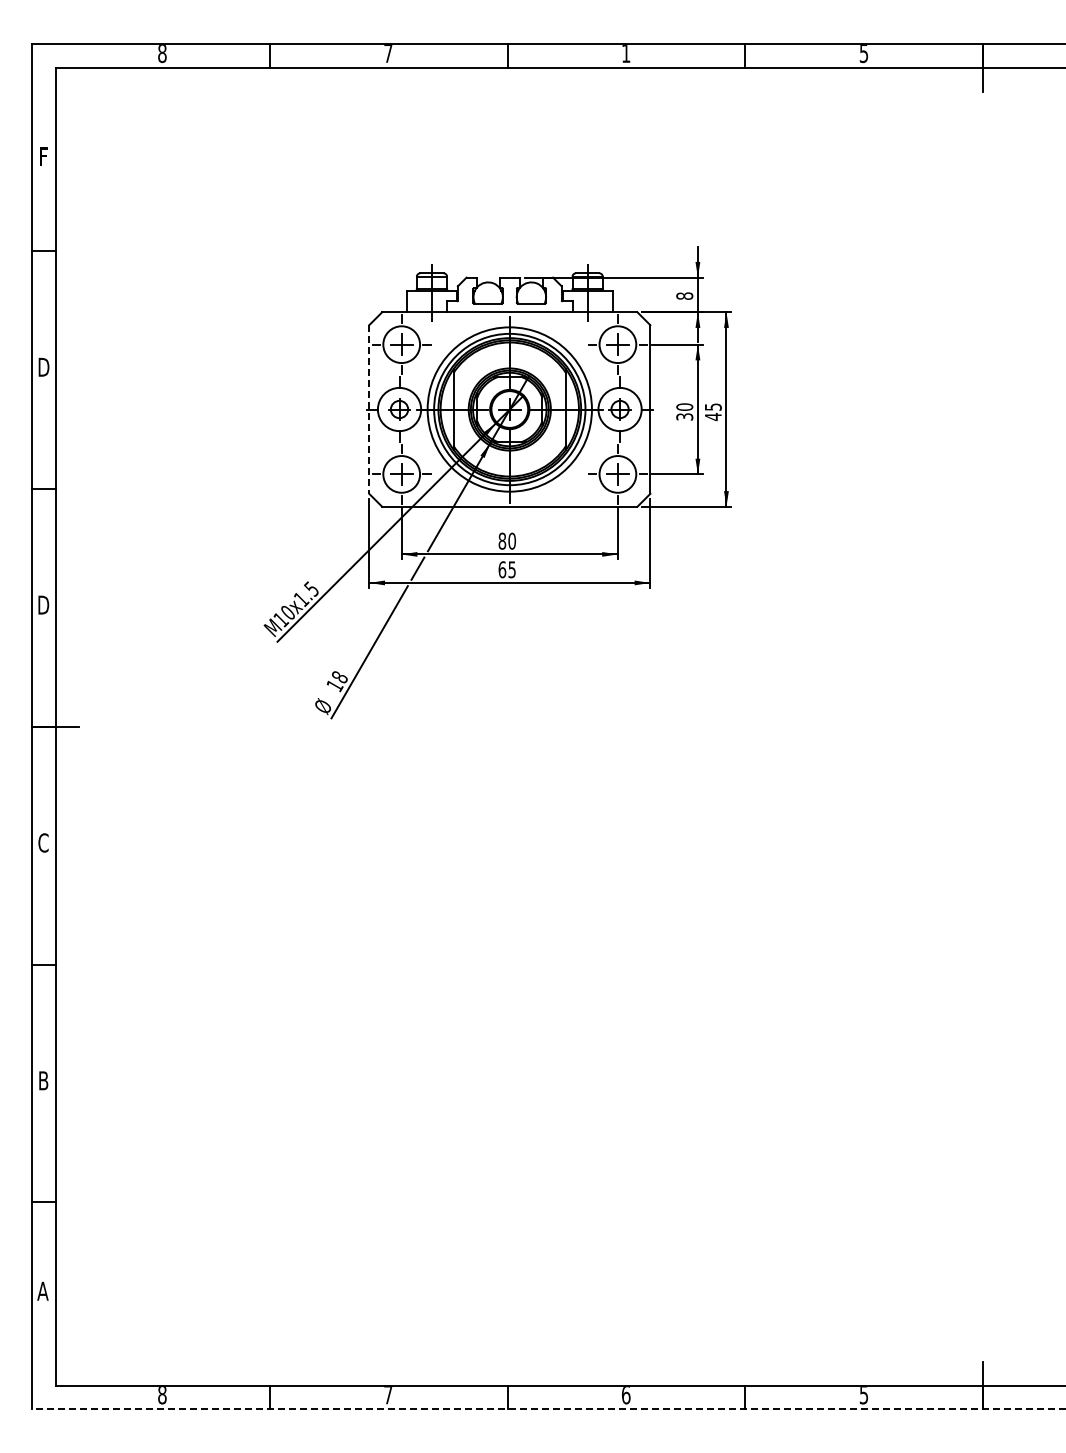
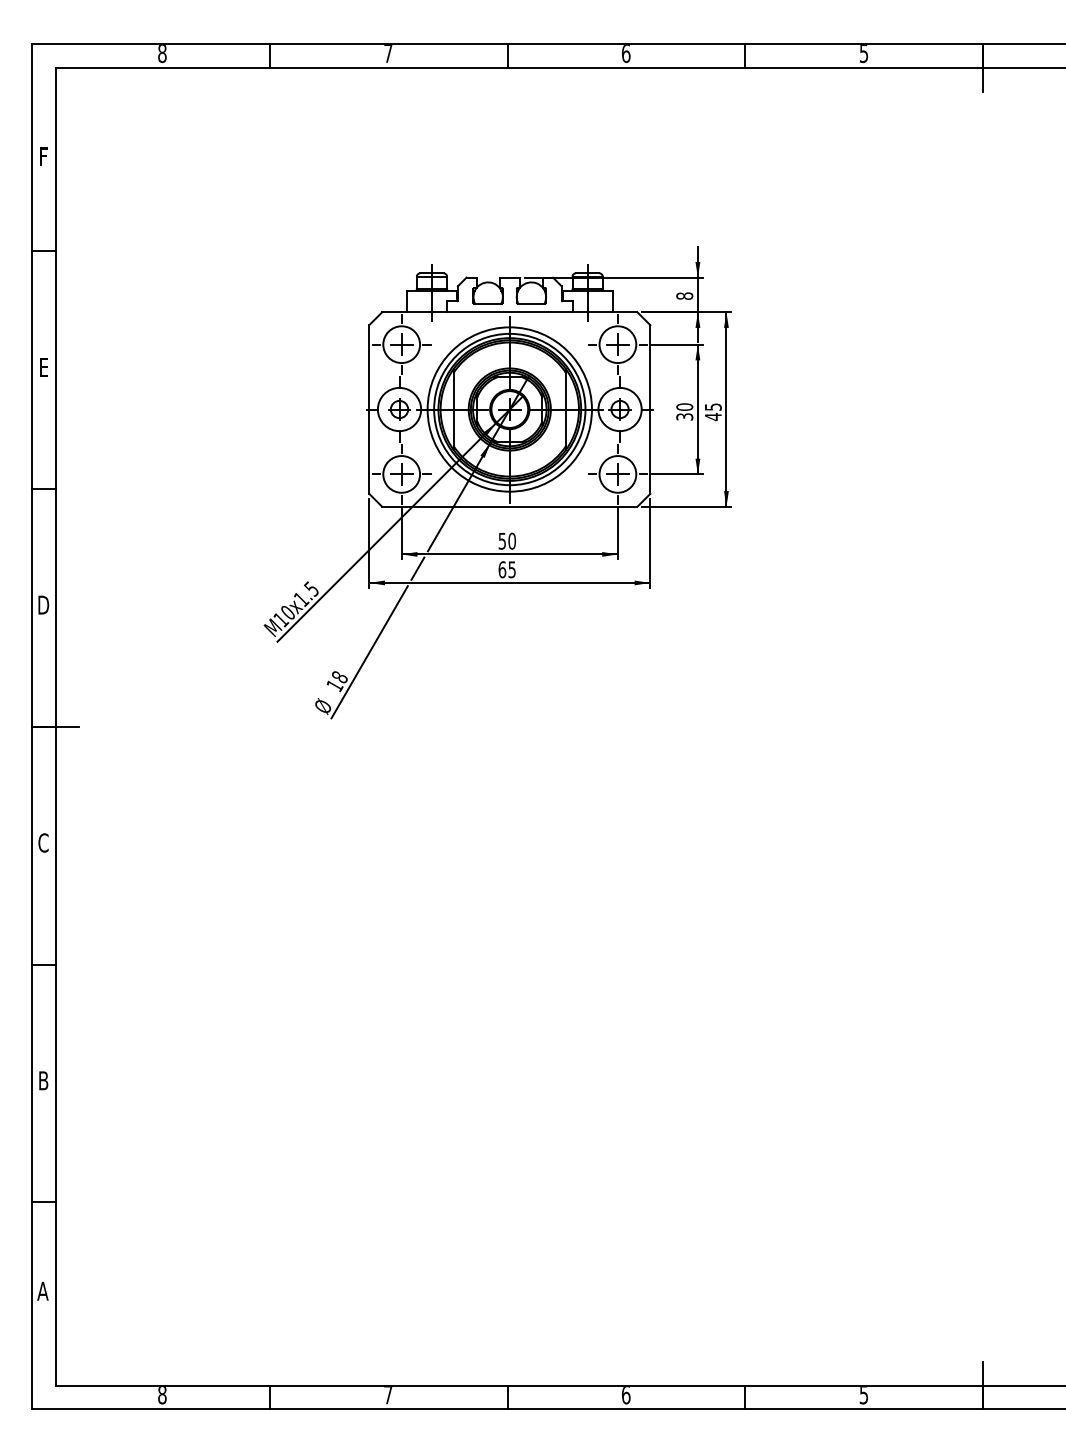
text at (626, 54): 1 -> 6
text at (43, 366): D -> E
line at (369, 410): dashed -> solid
text at (502, 540): 80 -> 50
line at (548, 1409): dashed -> solid
